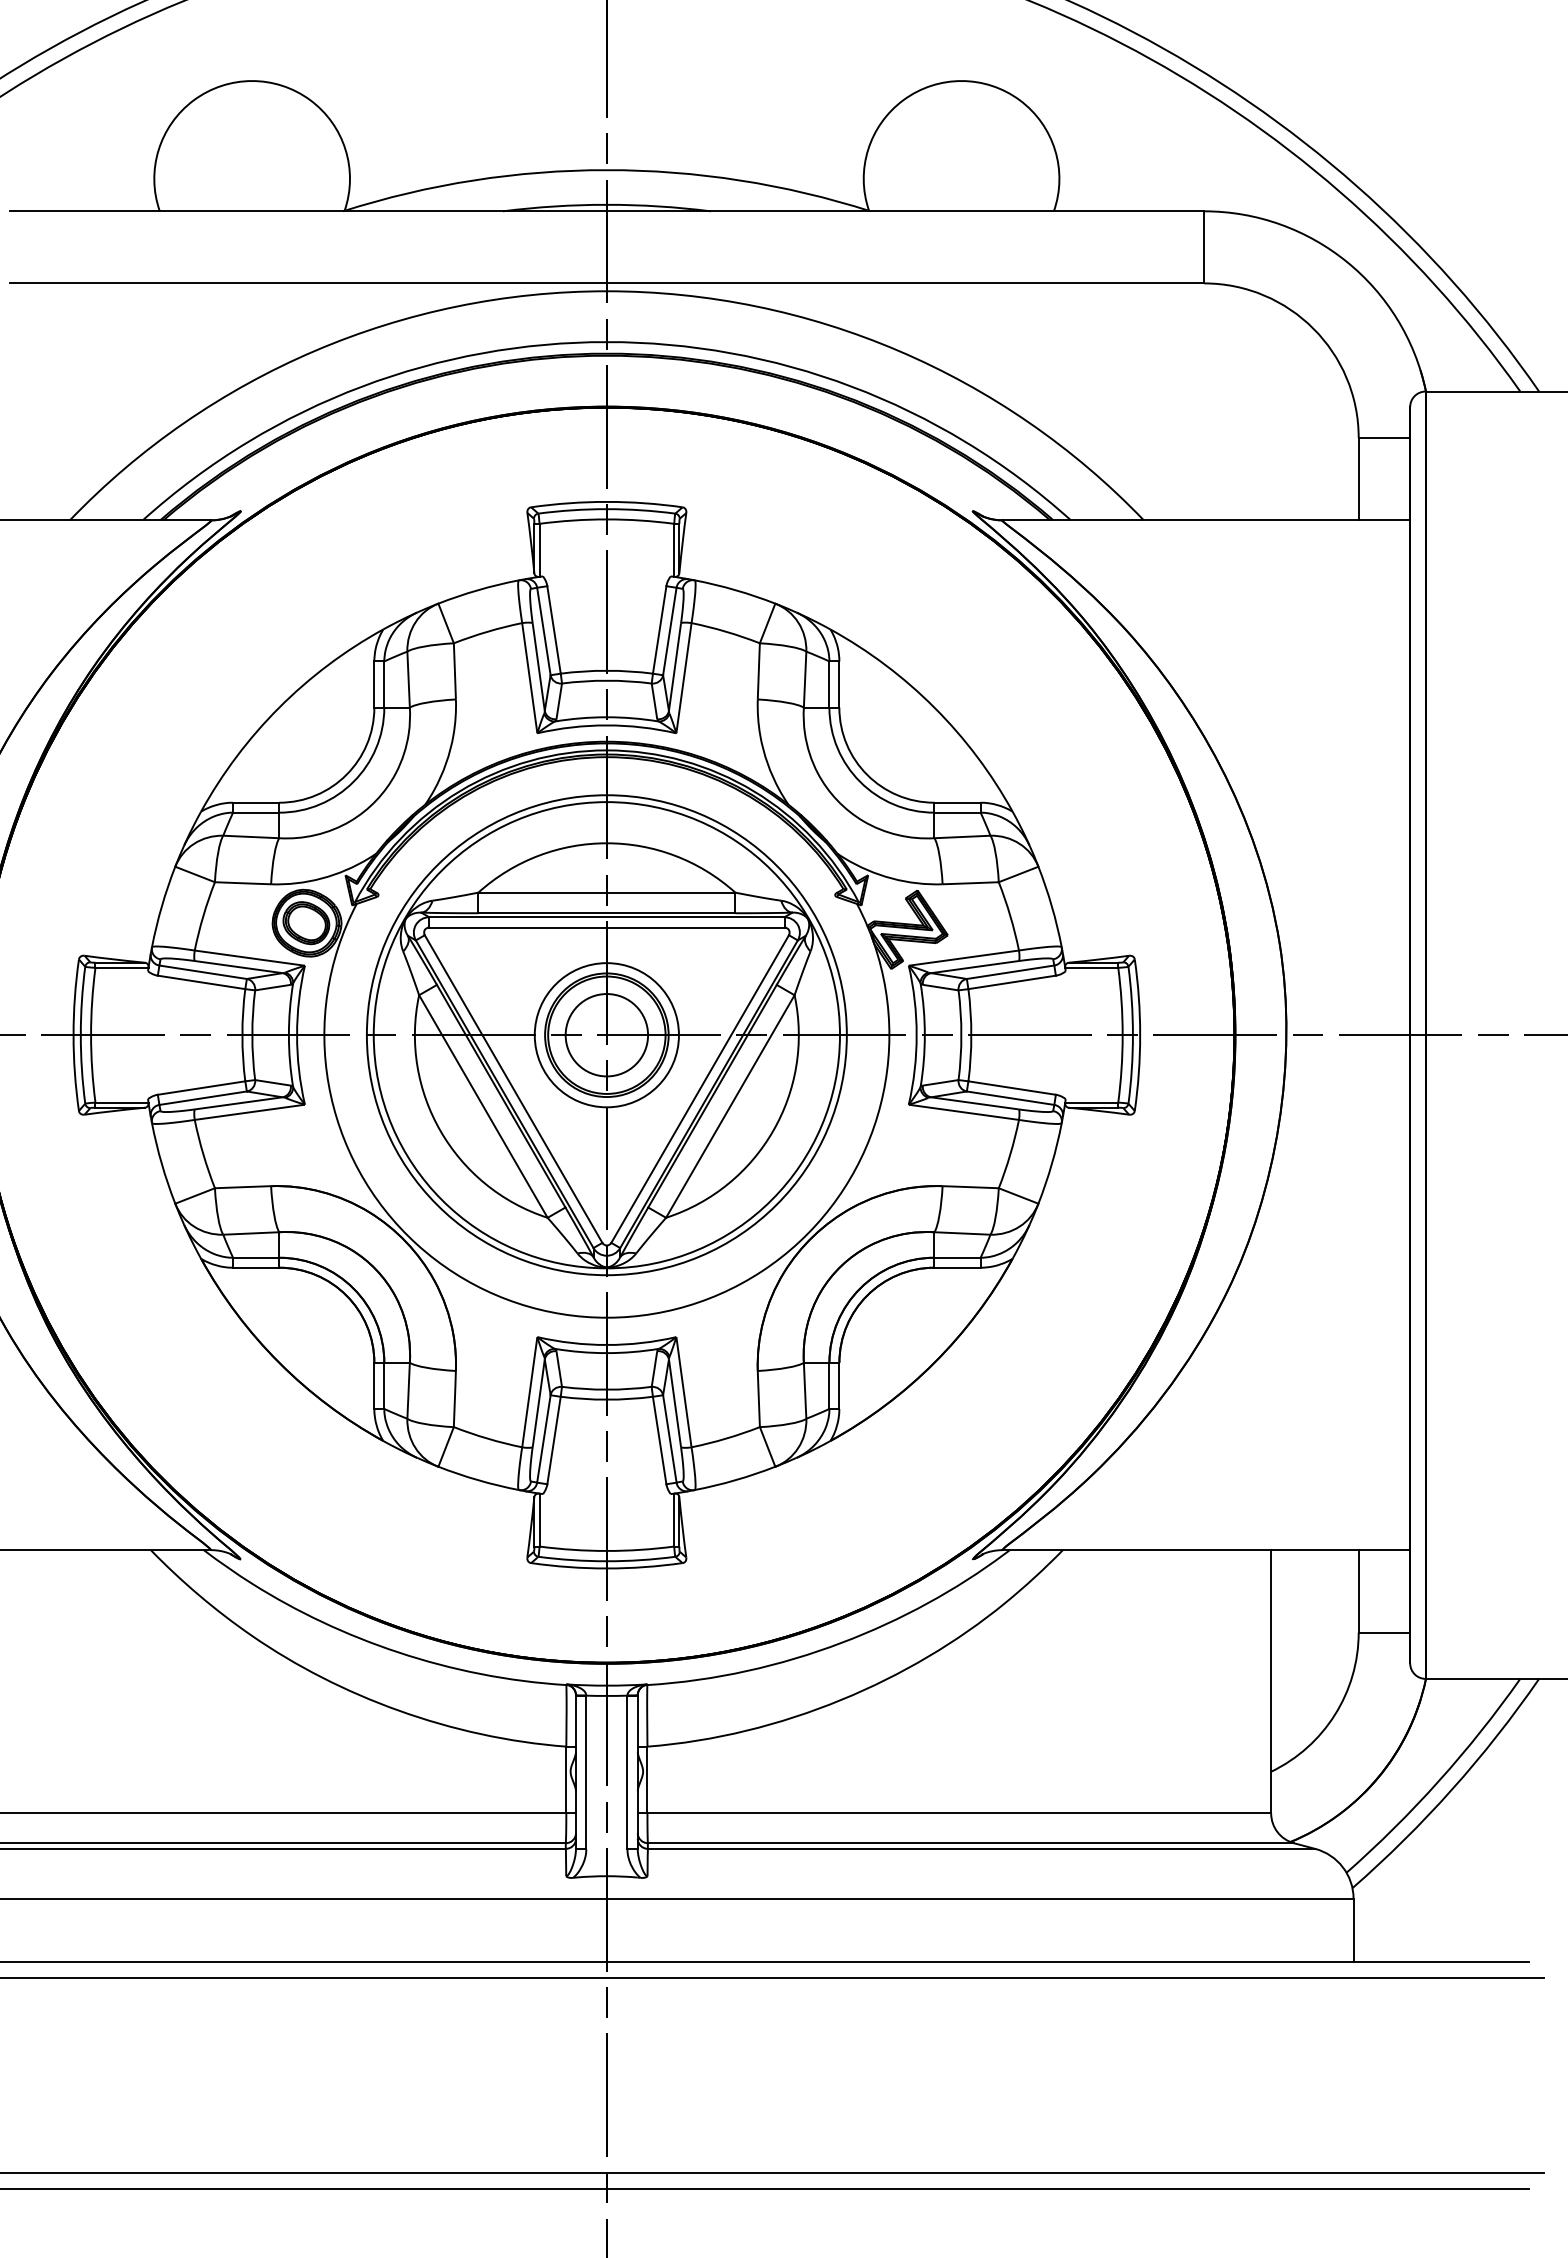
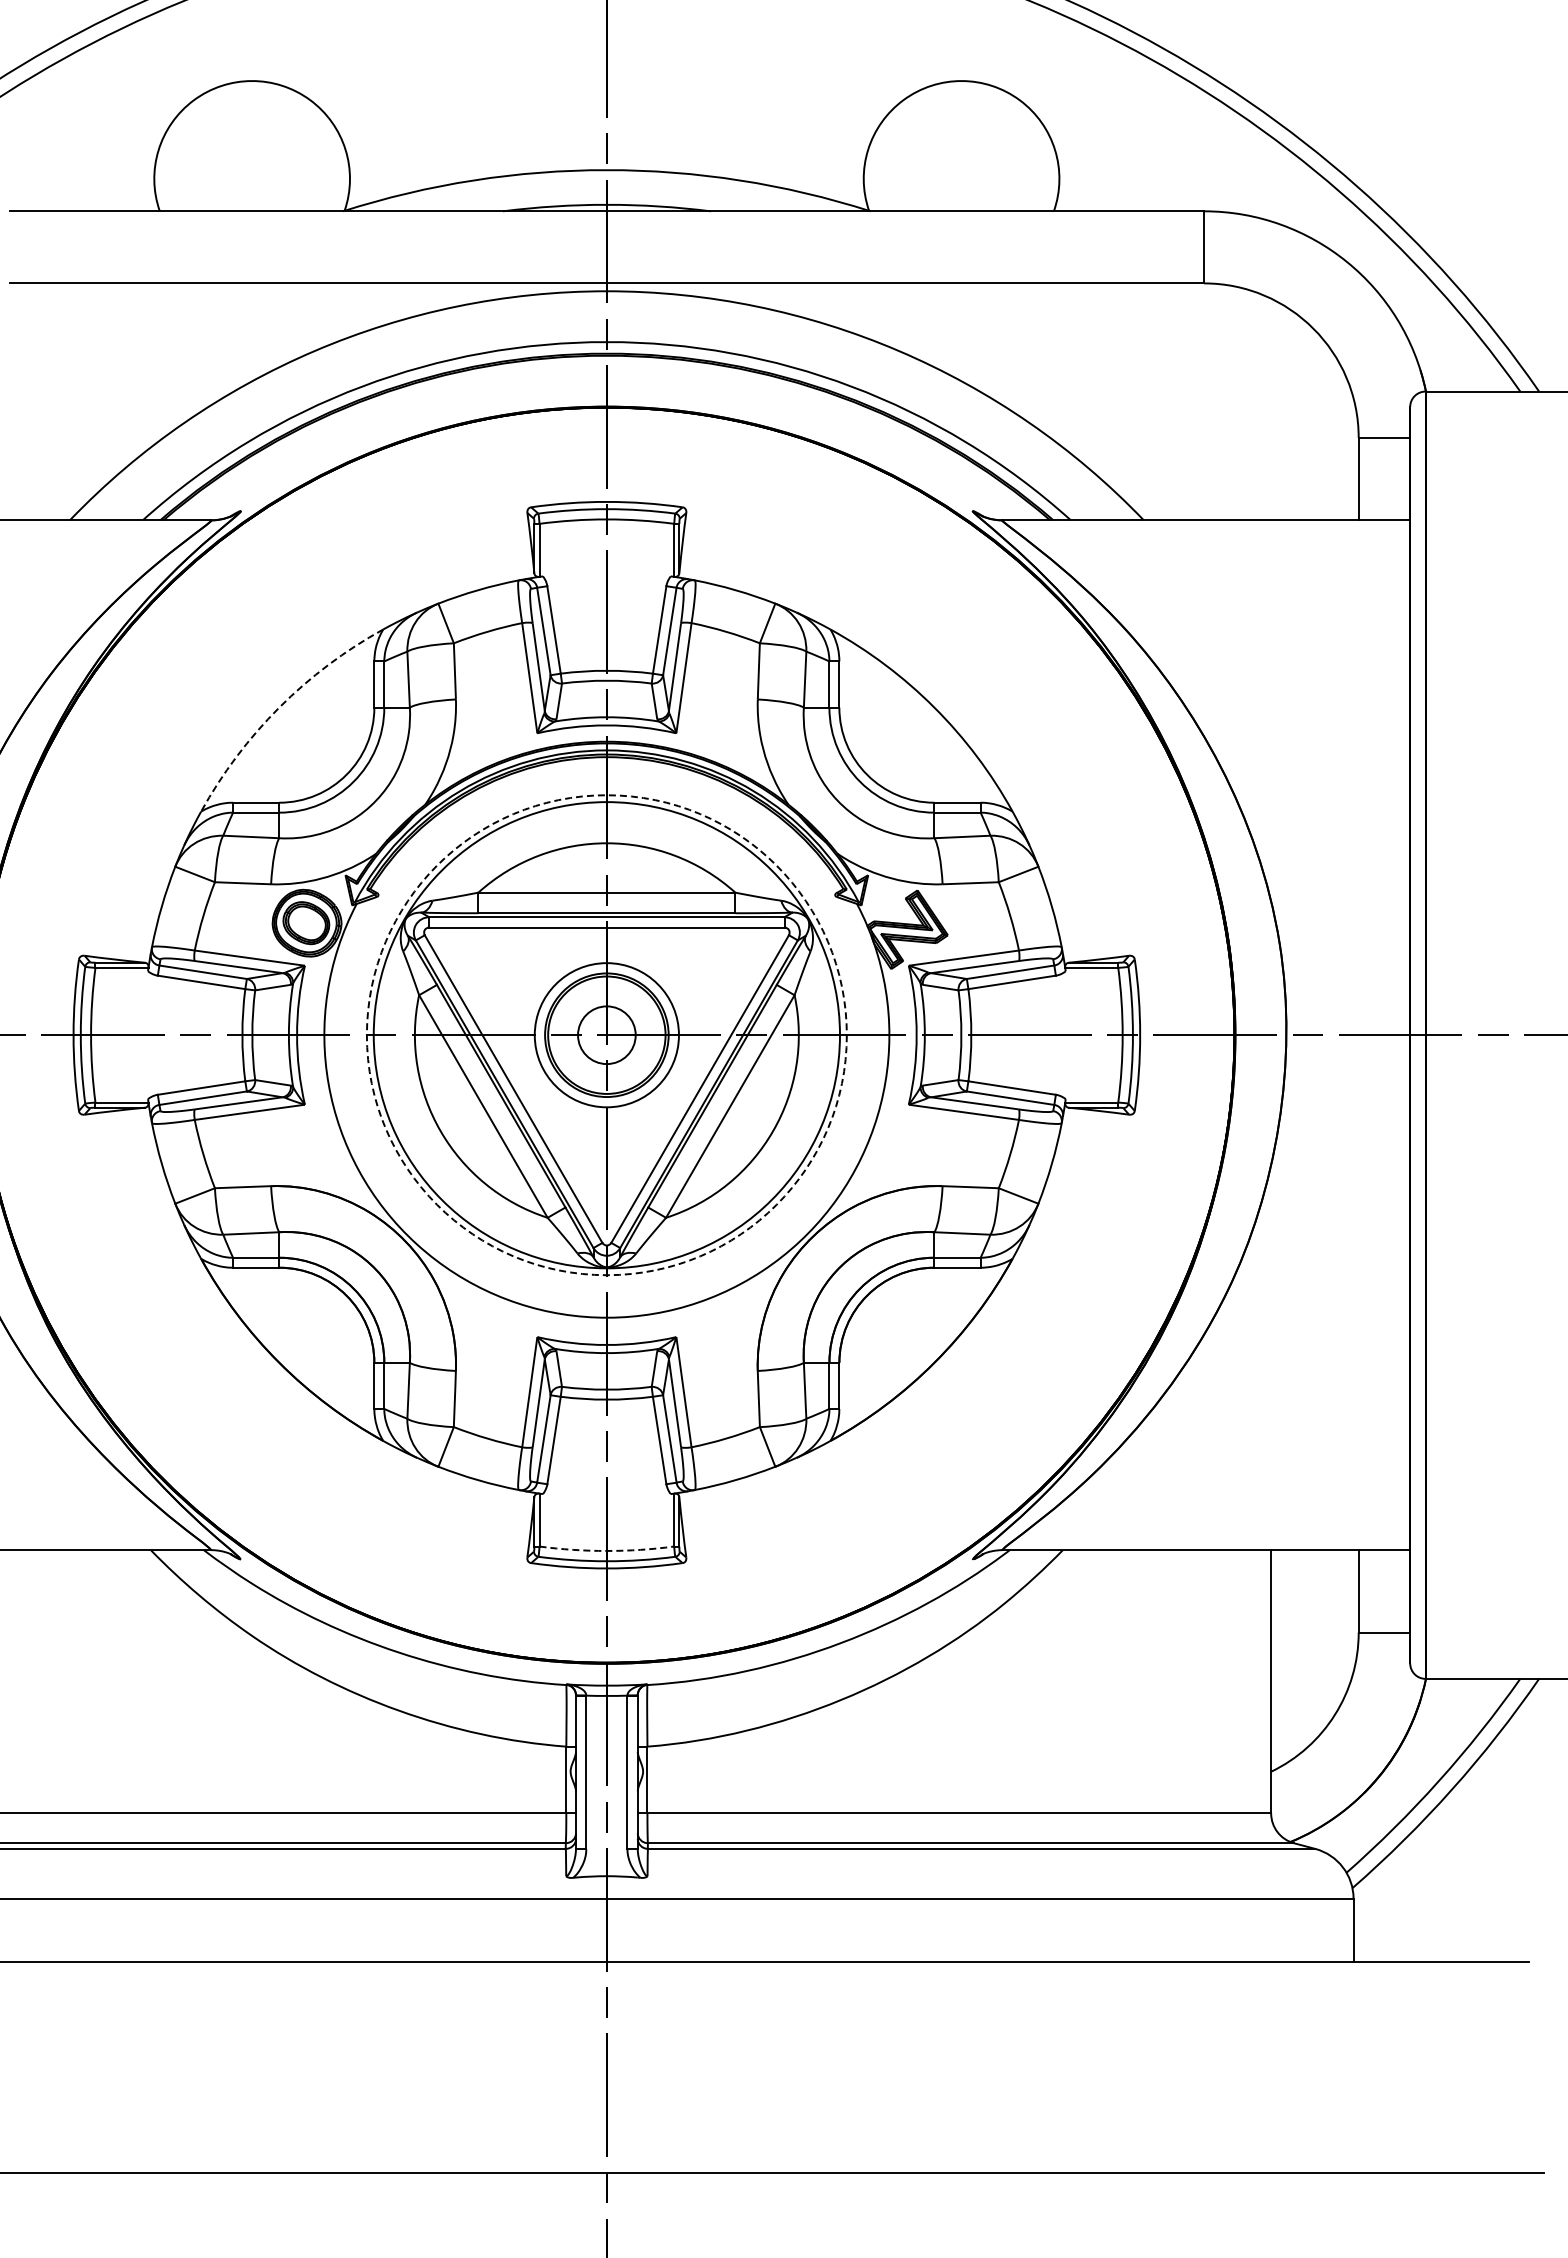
arc at (279, 707): solid -> dashed
circle at (606, 1035) diameter: 82 px -> 58 px
circle at (606, 1035): solid -> dashed
arc at (606, 1550): solid -> dashed
line at (773, 1977): present -> none
line at (765, 2188): present -> none
